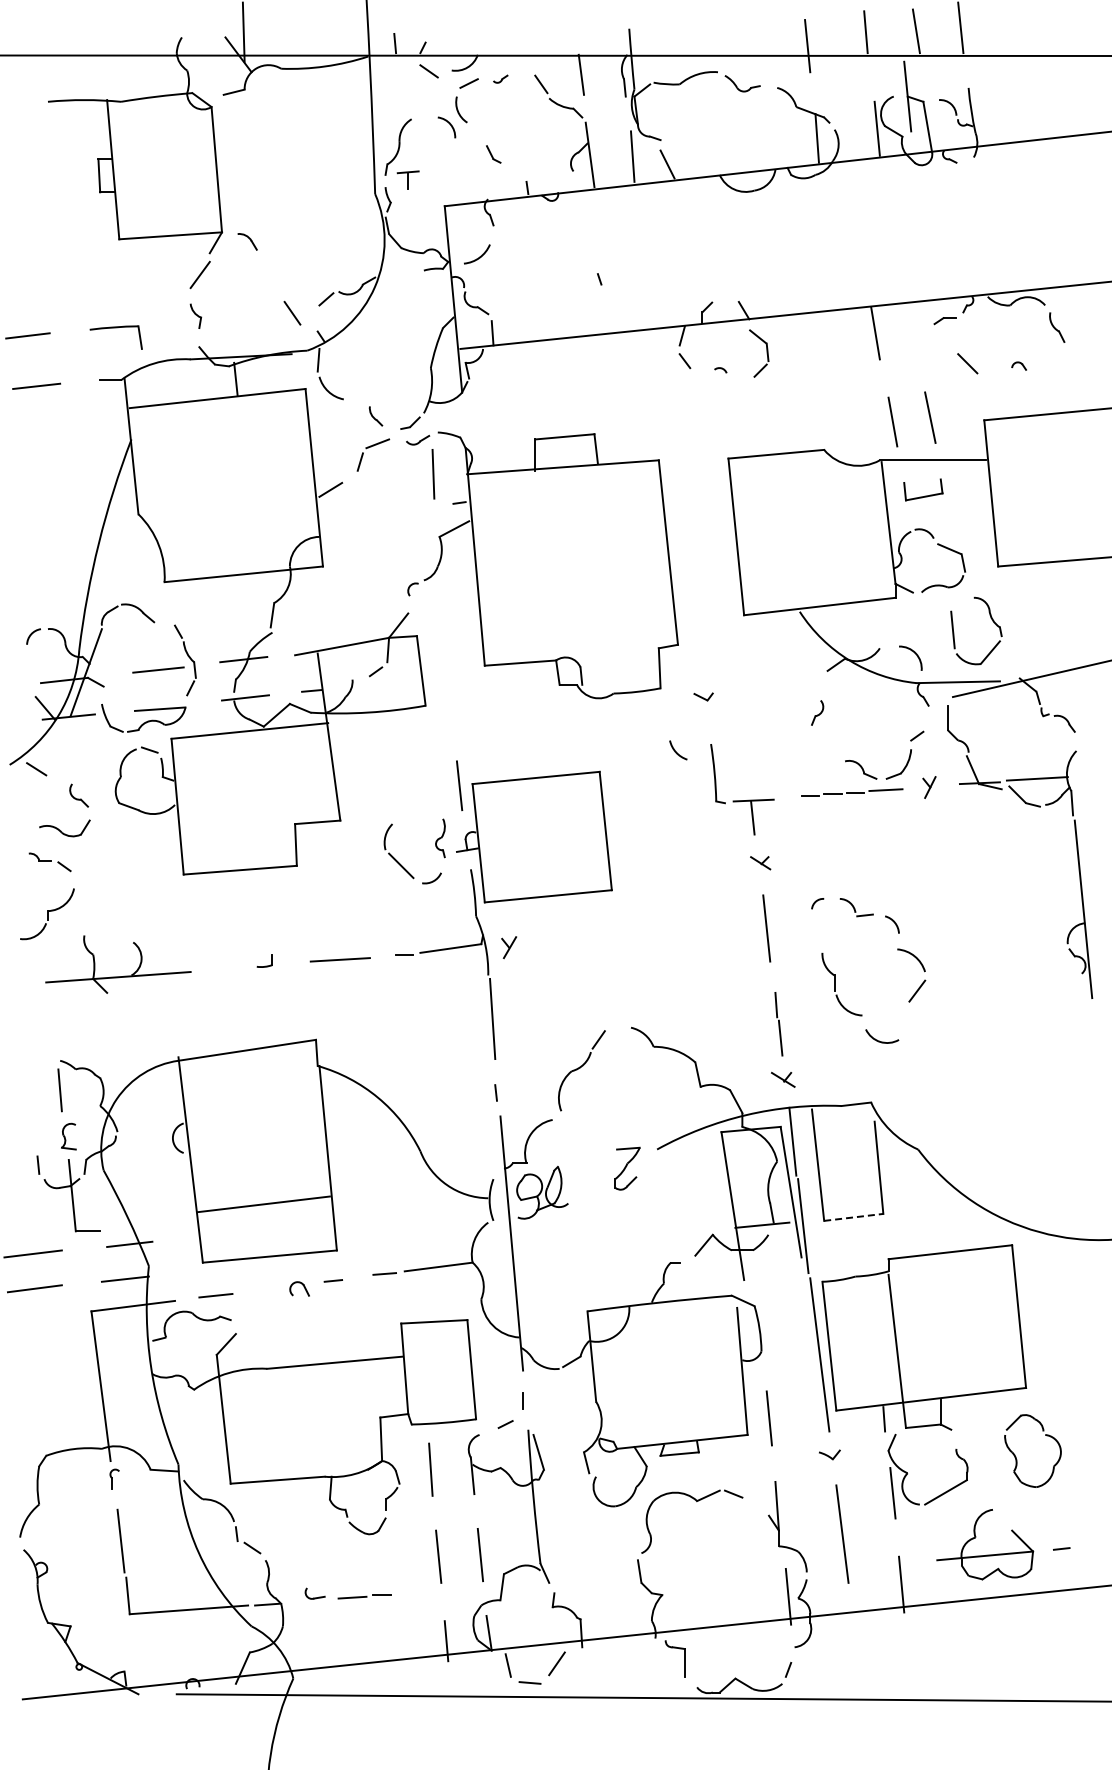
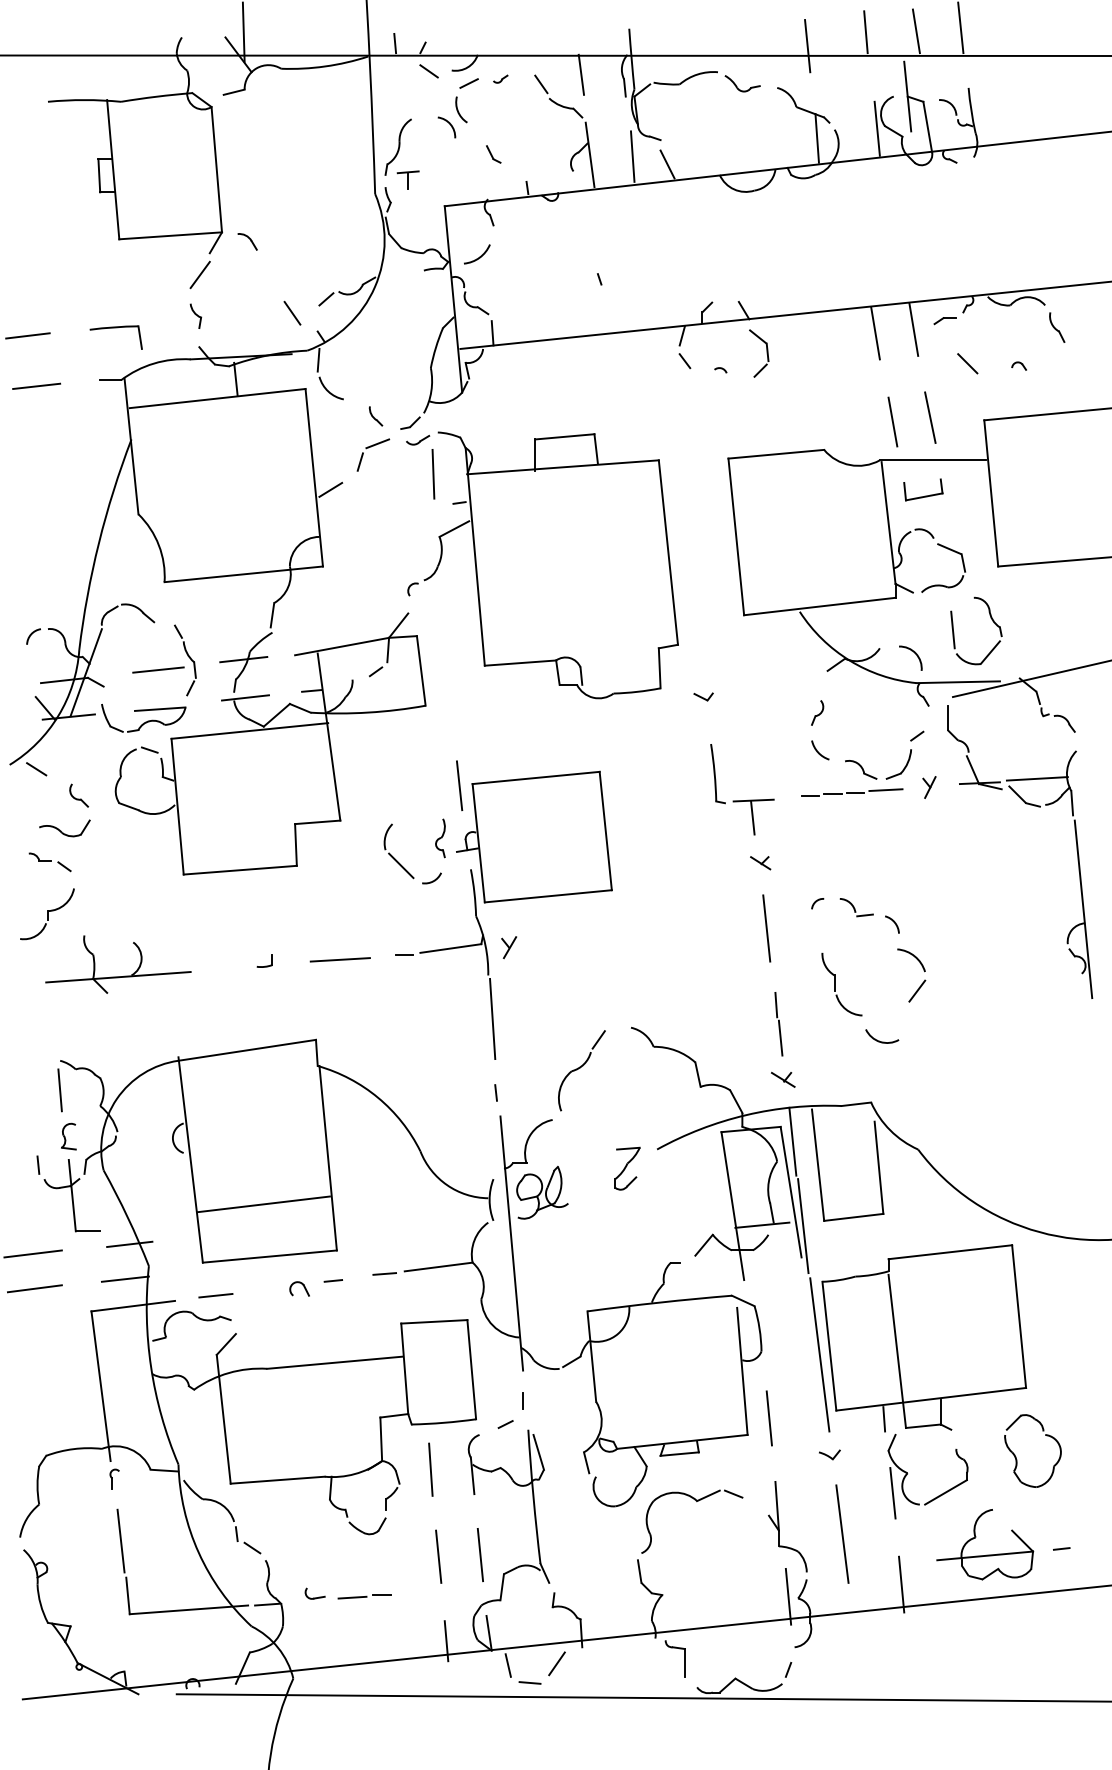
line at (913, 329): none -> present
arc at (676, 751) position: (676, 751) -> (818, 751)
line at (853, 1217): dashed -> solid
